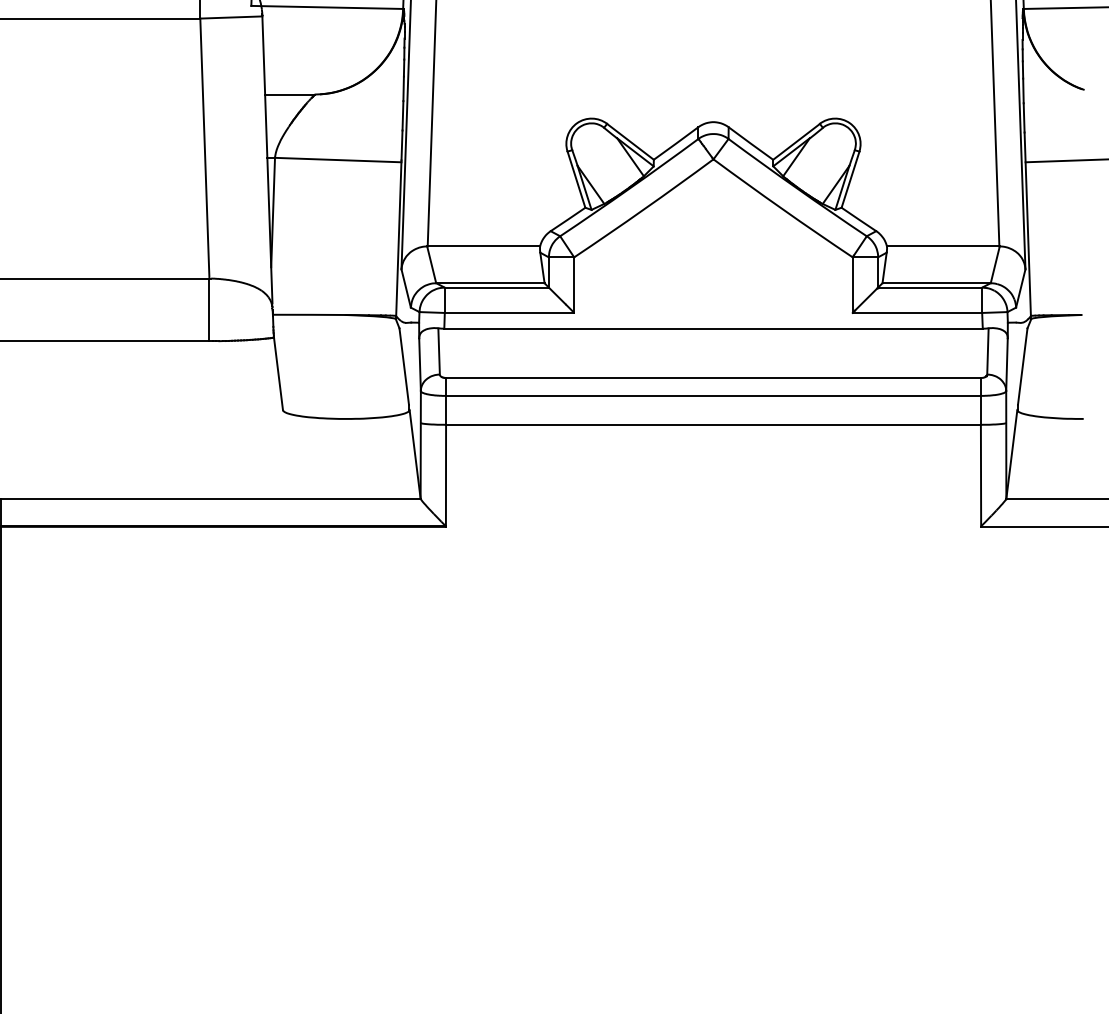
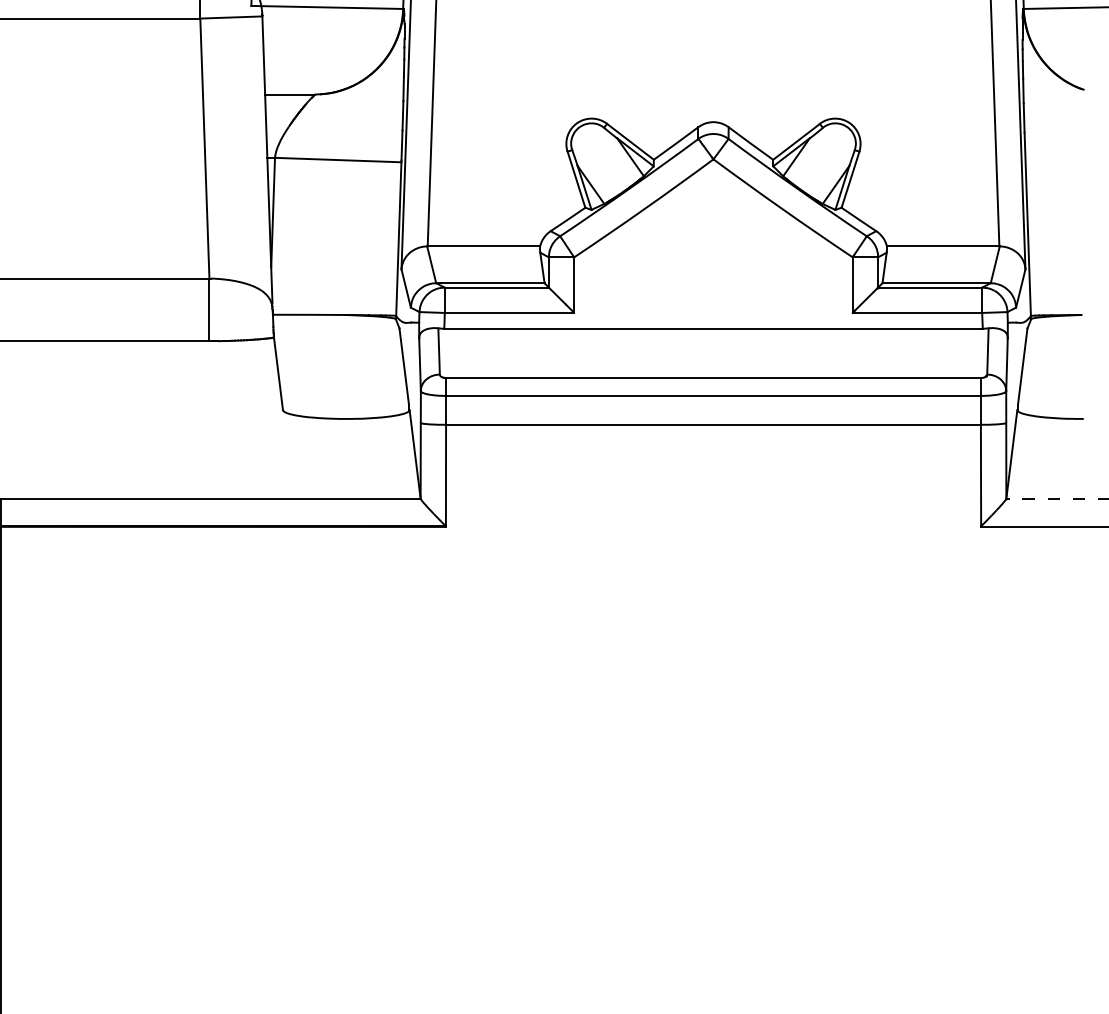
line at (1065, 160): present -> none
line at (1057, 498): solid -> dashed
